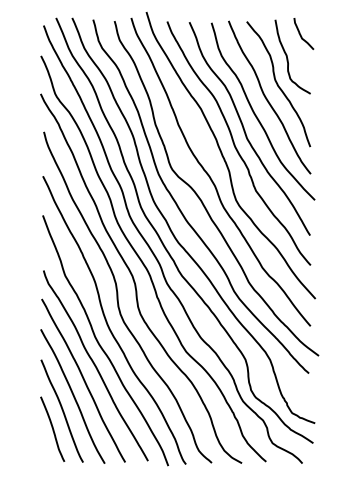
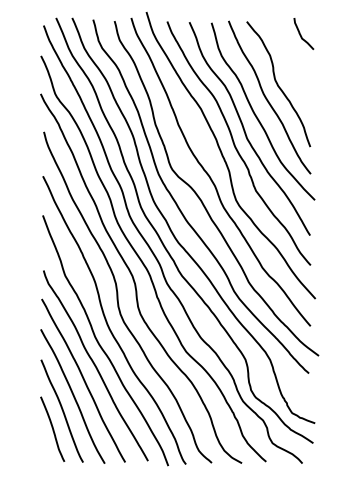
curve at (288, 58): present -> none
